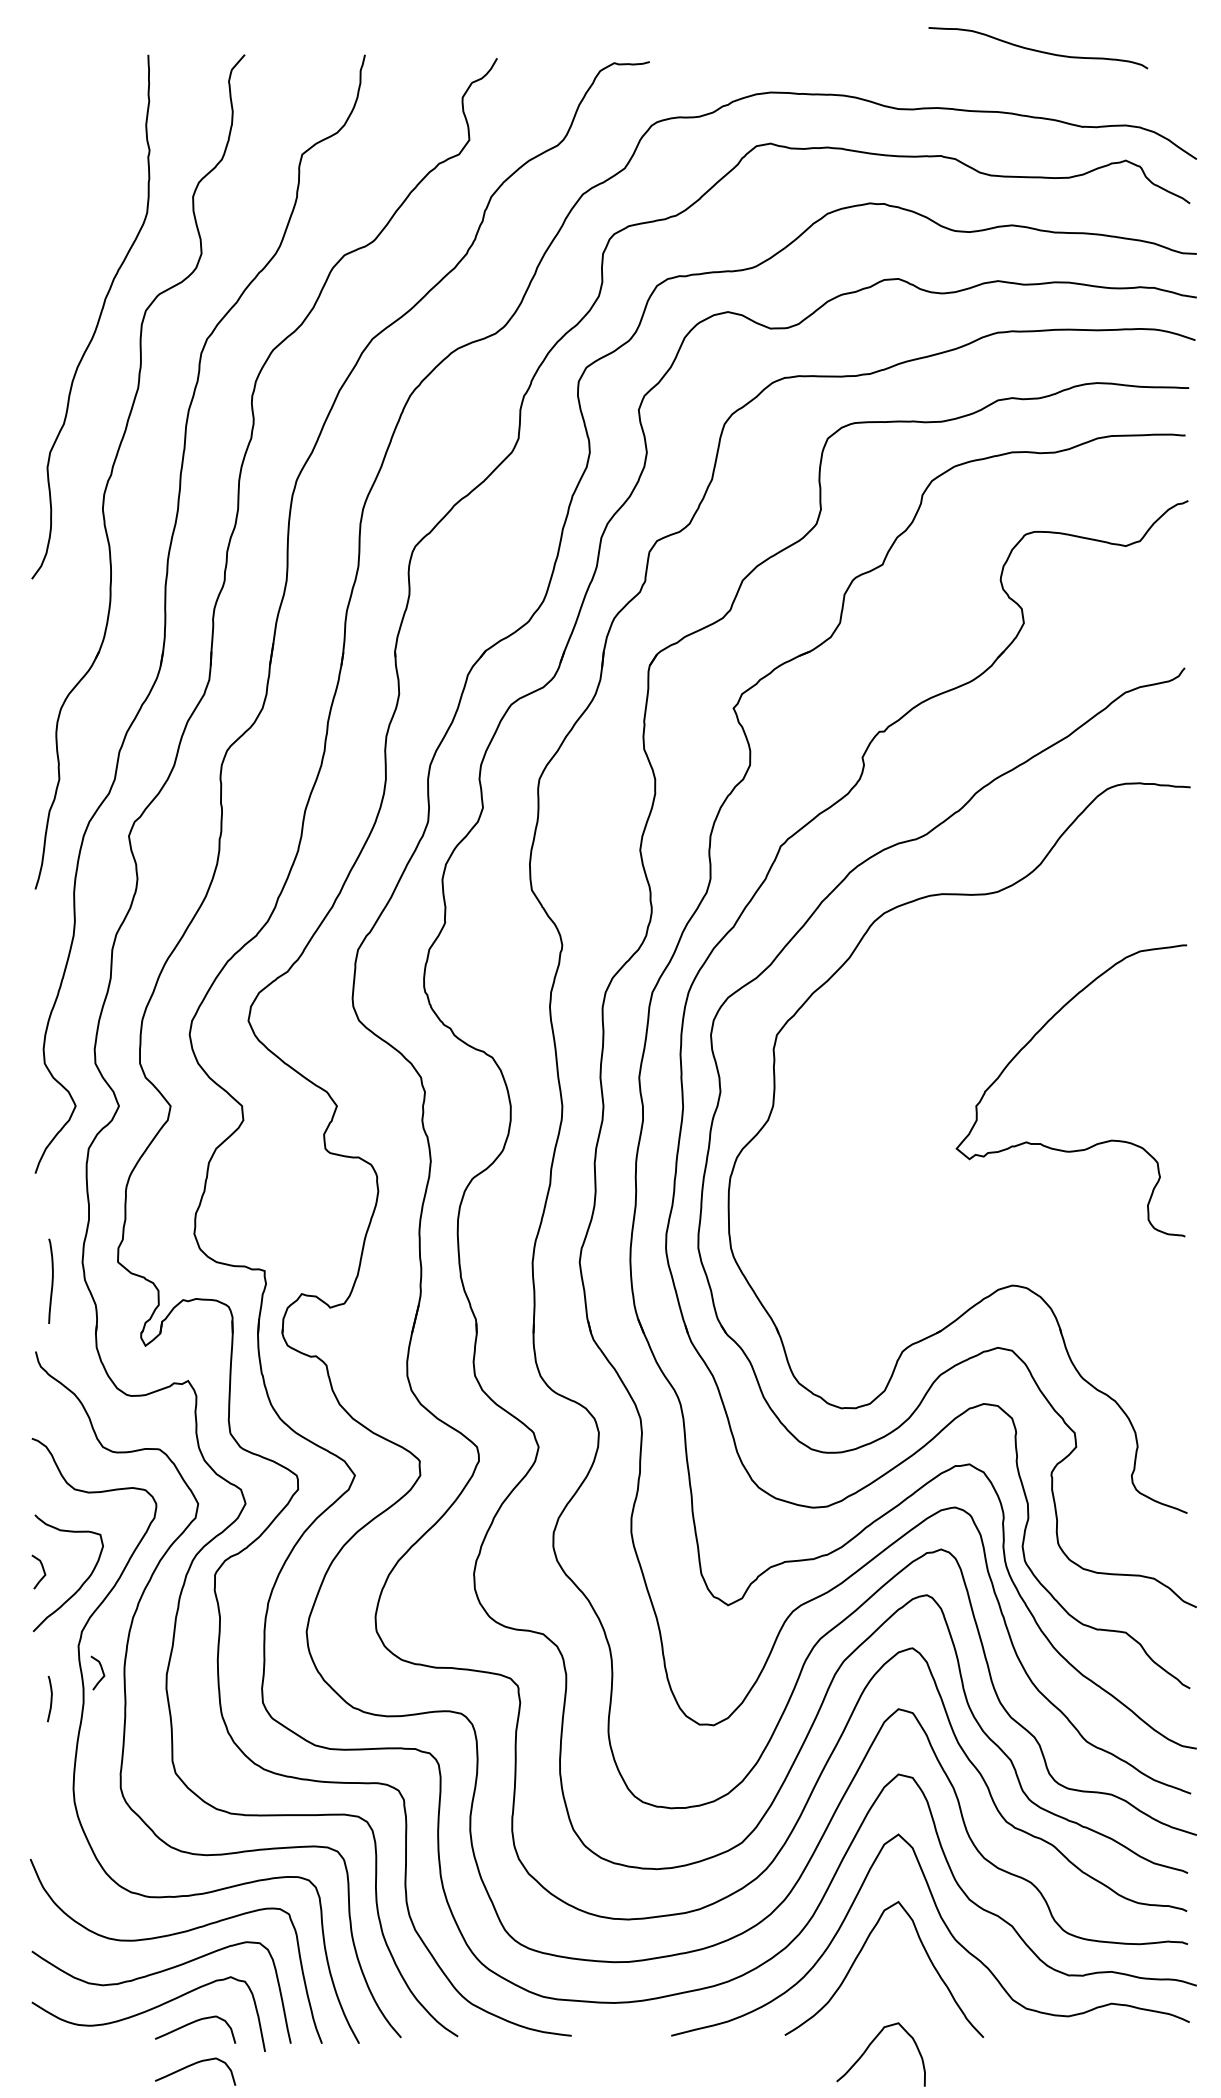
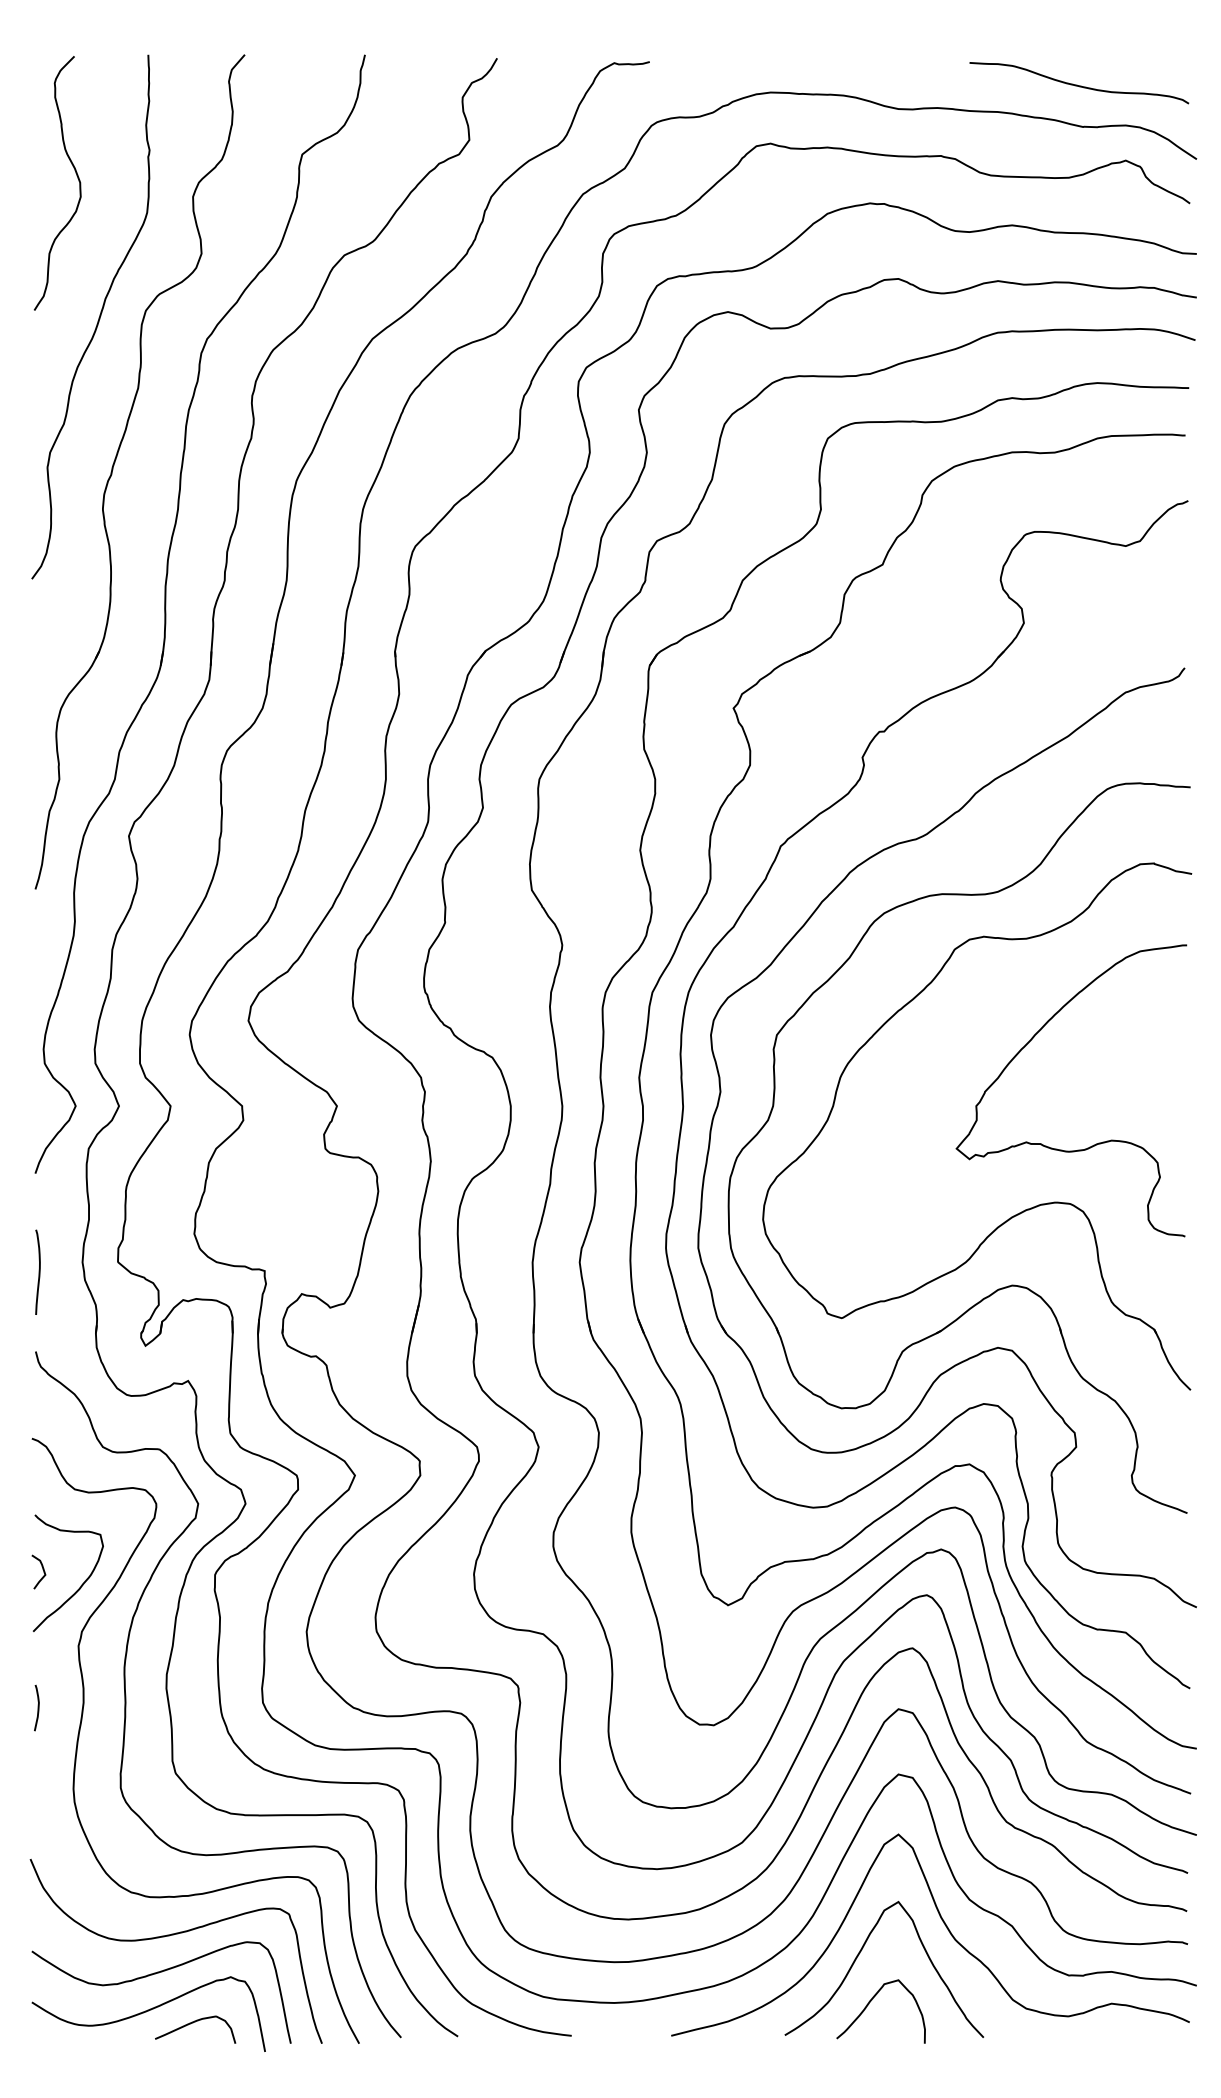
curve at (1038, 50) position: (1038, 50) -> (1079, 85)
curve at (76, 176): none -> present
part at (1019, 1212): none -> present
curve at (51, 1280) position: (51, 1280) -> (38, 1271)
curve at (101, 1670): present -> none
curve at (50, 1698) position: (50, 1698) -> (37, 1707)
curve at (869, 2047) position: (869, 2047) -> (869, 2004)
curve at (193, 2065): present -> none
